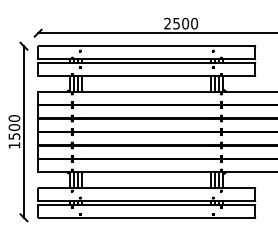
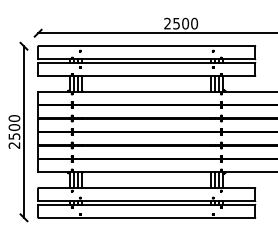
text at (14, 145): 1500 -> 2500
